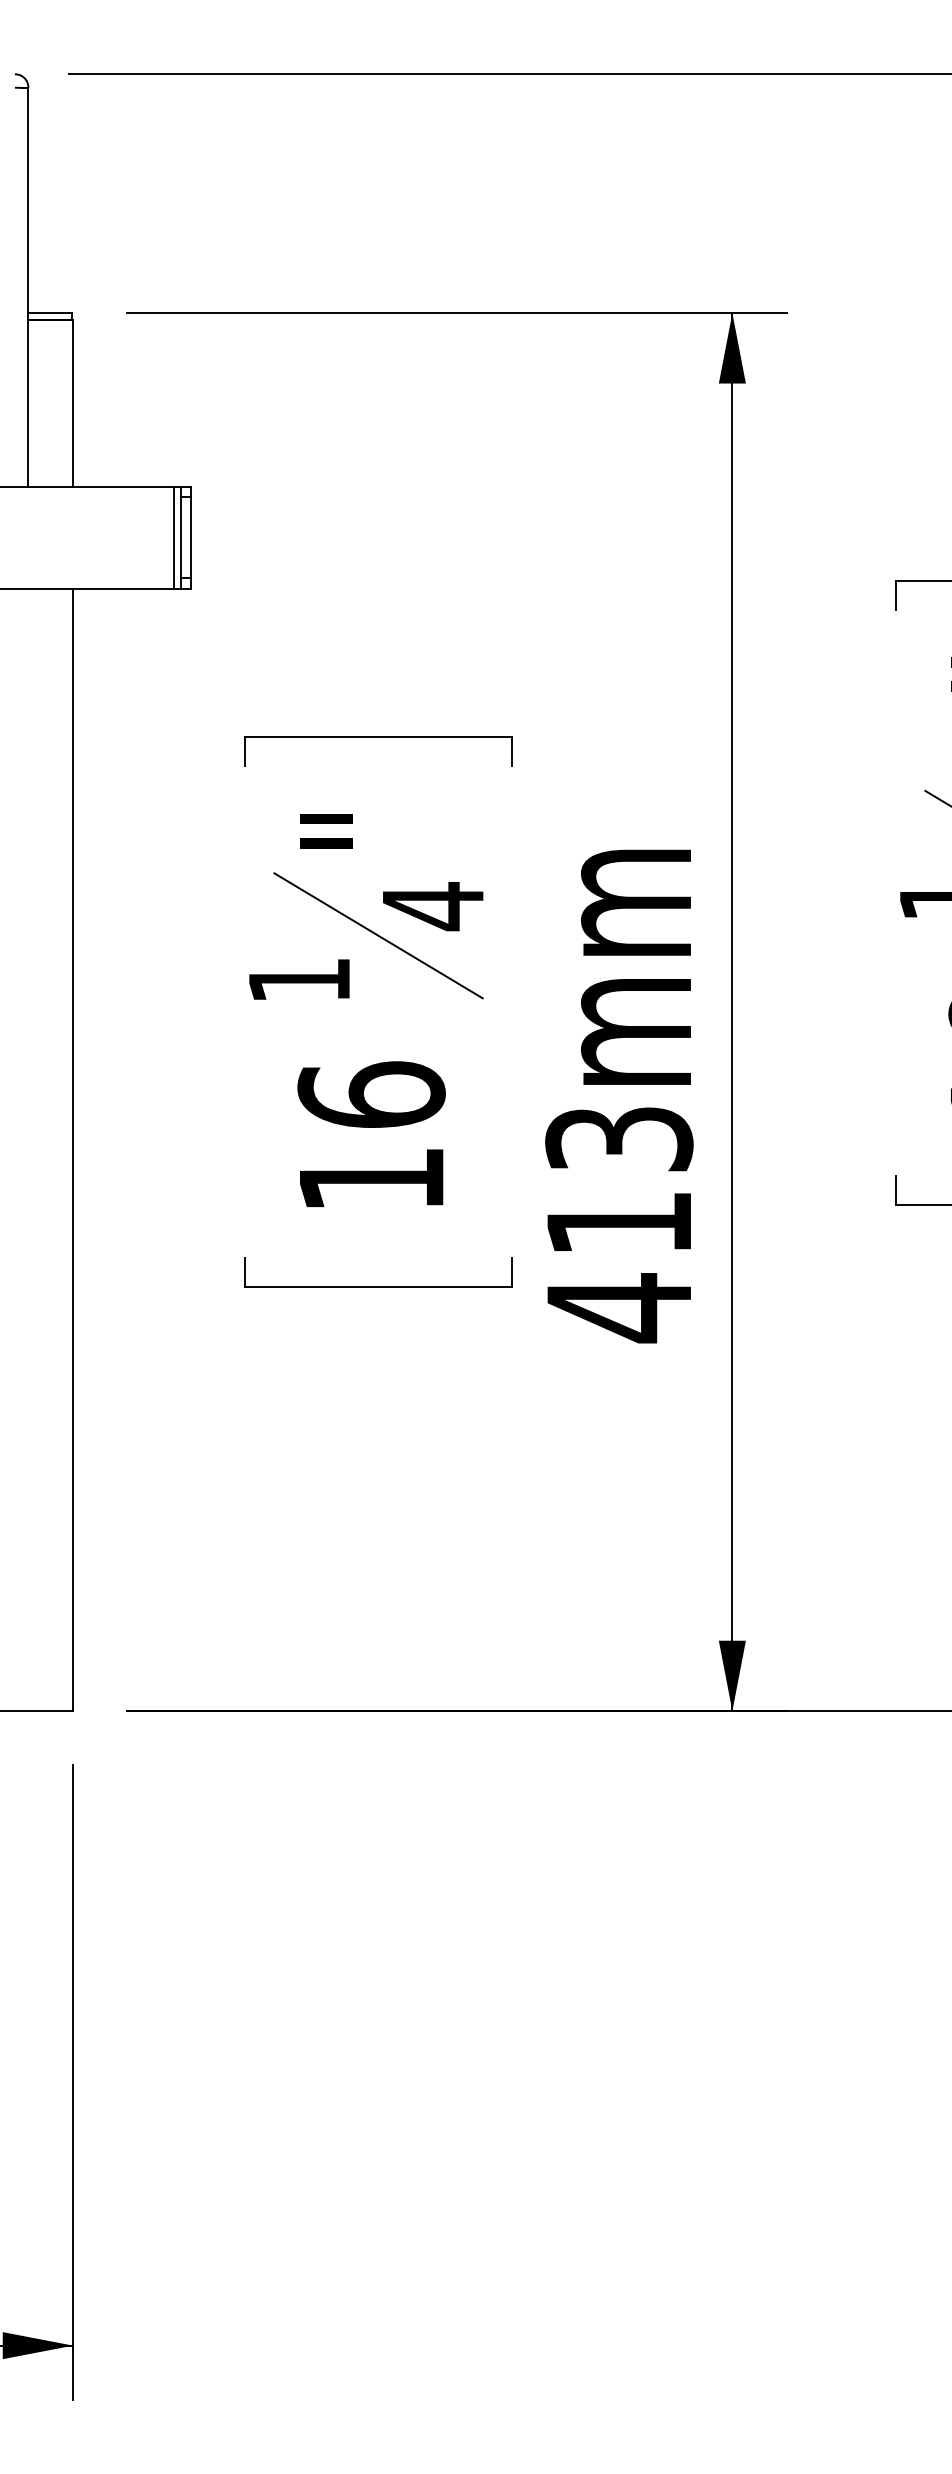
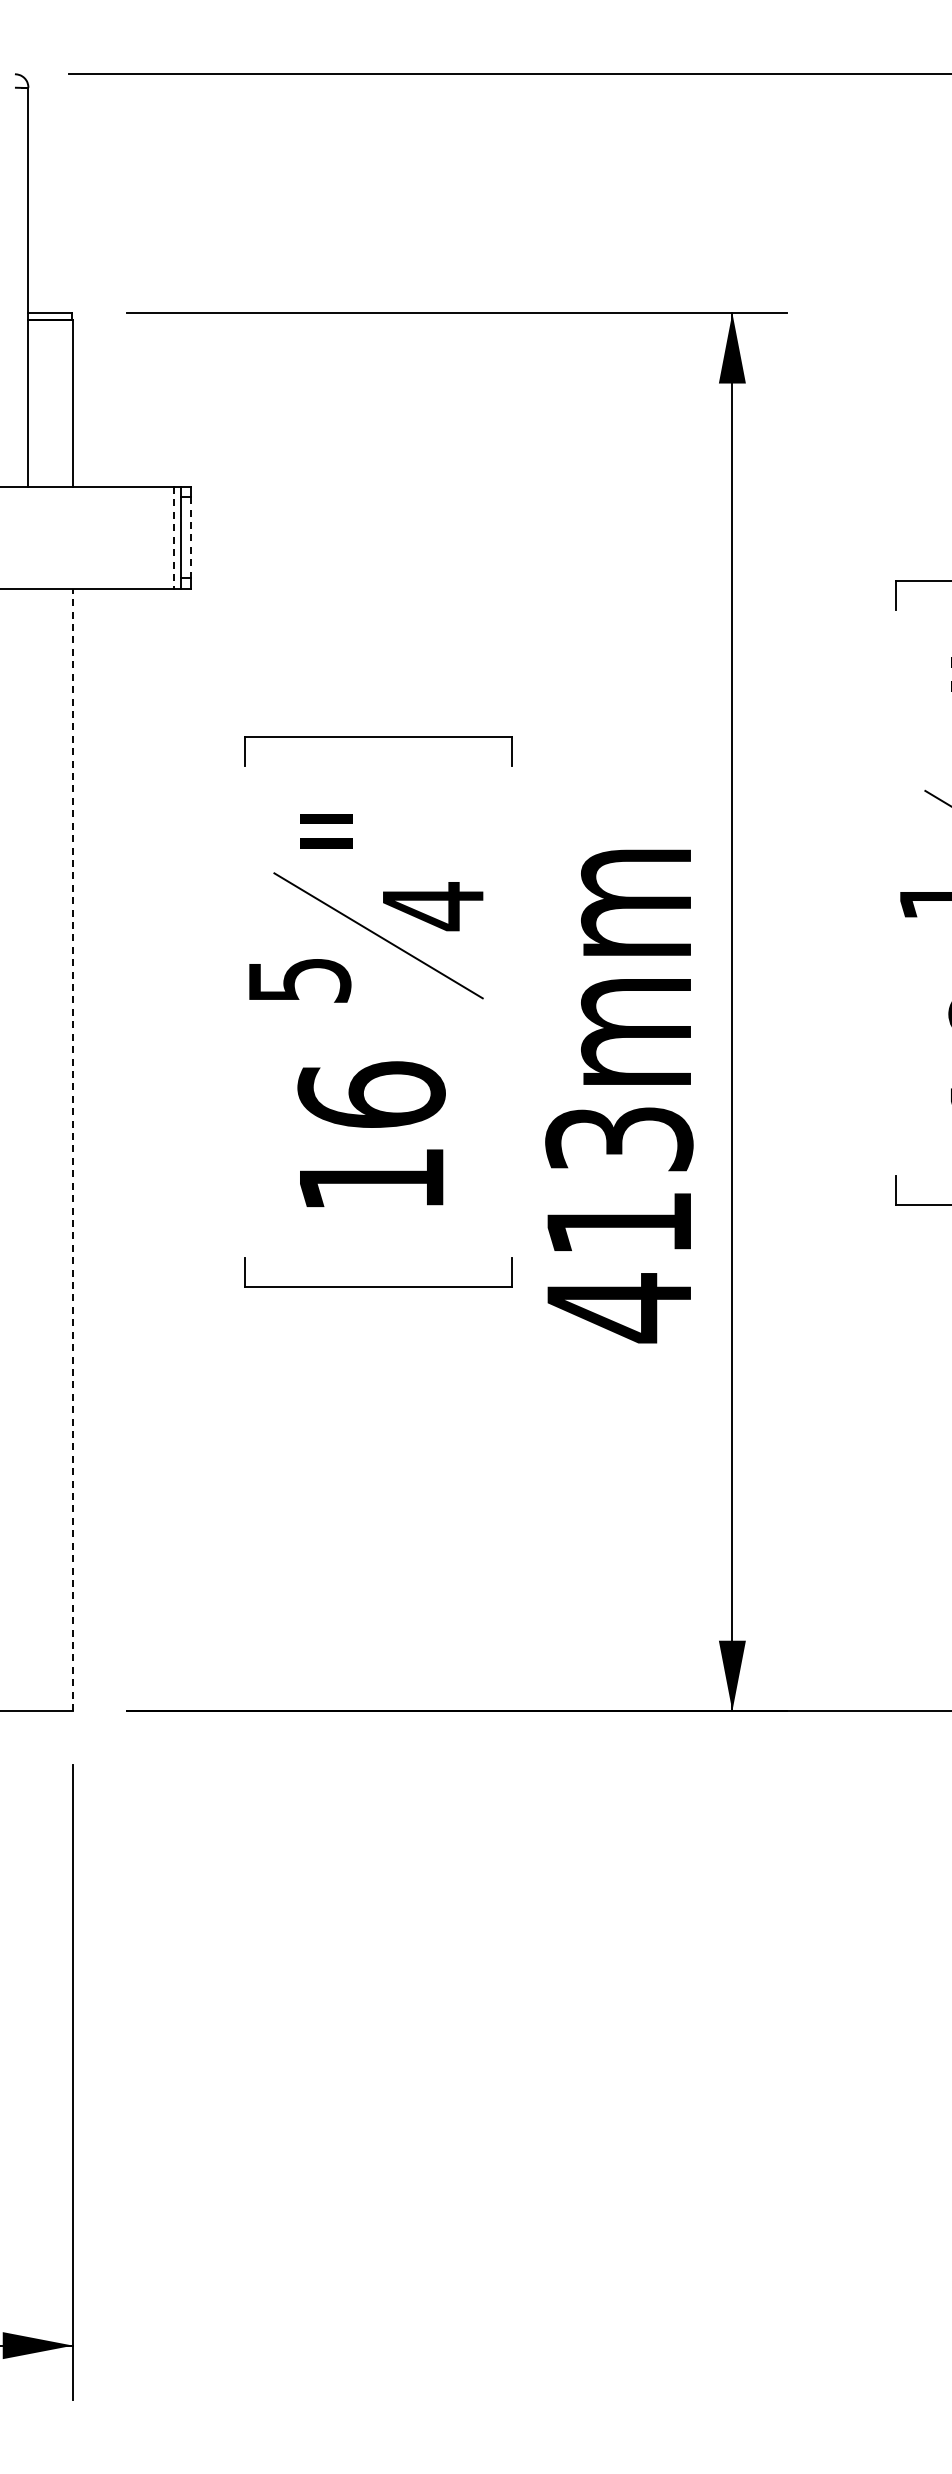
line at (173, 537): solid -> dashed
line at (190, 537): solid -> dashed
text at (300, 980): 1 -> 5
line at (73, 1149): solid -> dashed
